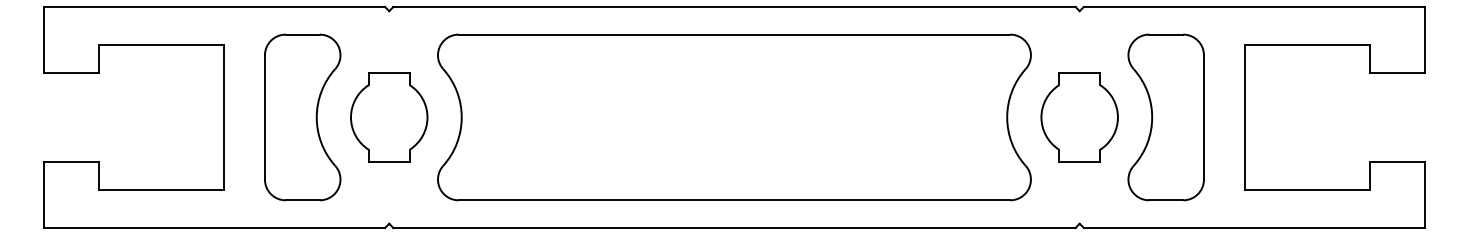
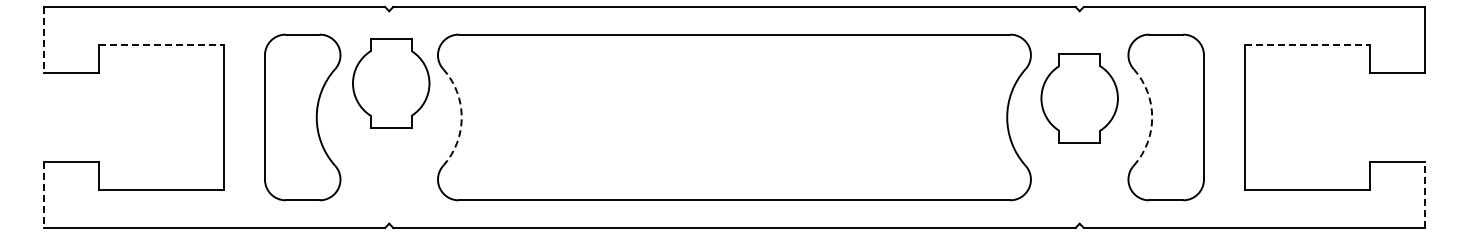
line at (44, 39): solid -> dashed
line at (161, 44): solid -> dashed
line at (1308, 44): solid -> dashed
part at (389, 117) position: (389, 117) -> (391, 83)
arc at (461, 117): solid -> dashed
part at (1079, 117) position: (1079, 117) -> (1079, 98)
arc at (1152, 117): solid -> dashed
line at (44, 195): solid -> dashed
line at (1424, 195): solid -> dashed
